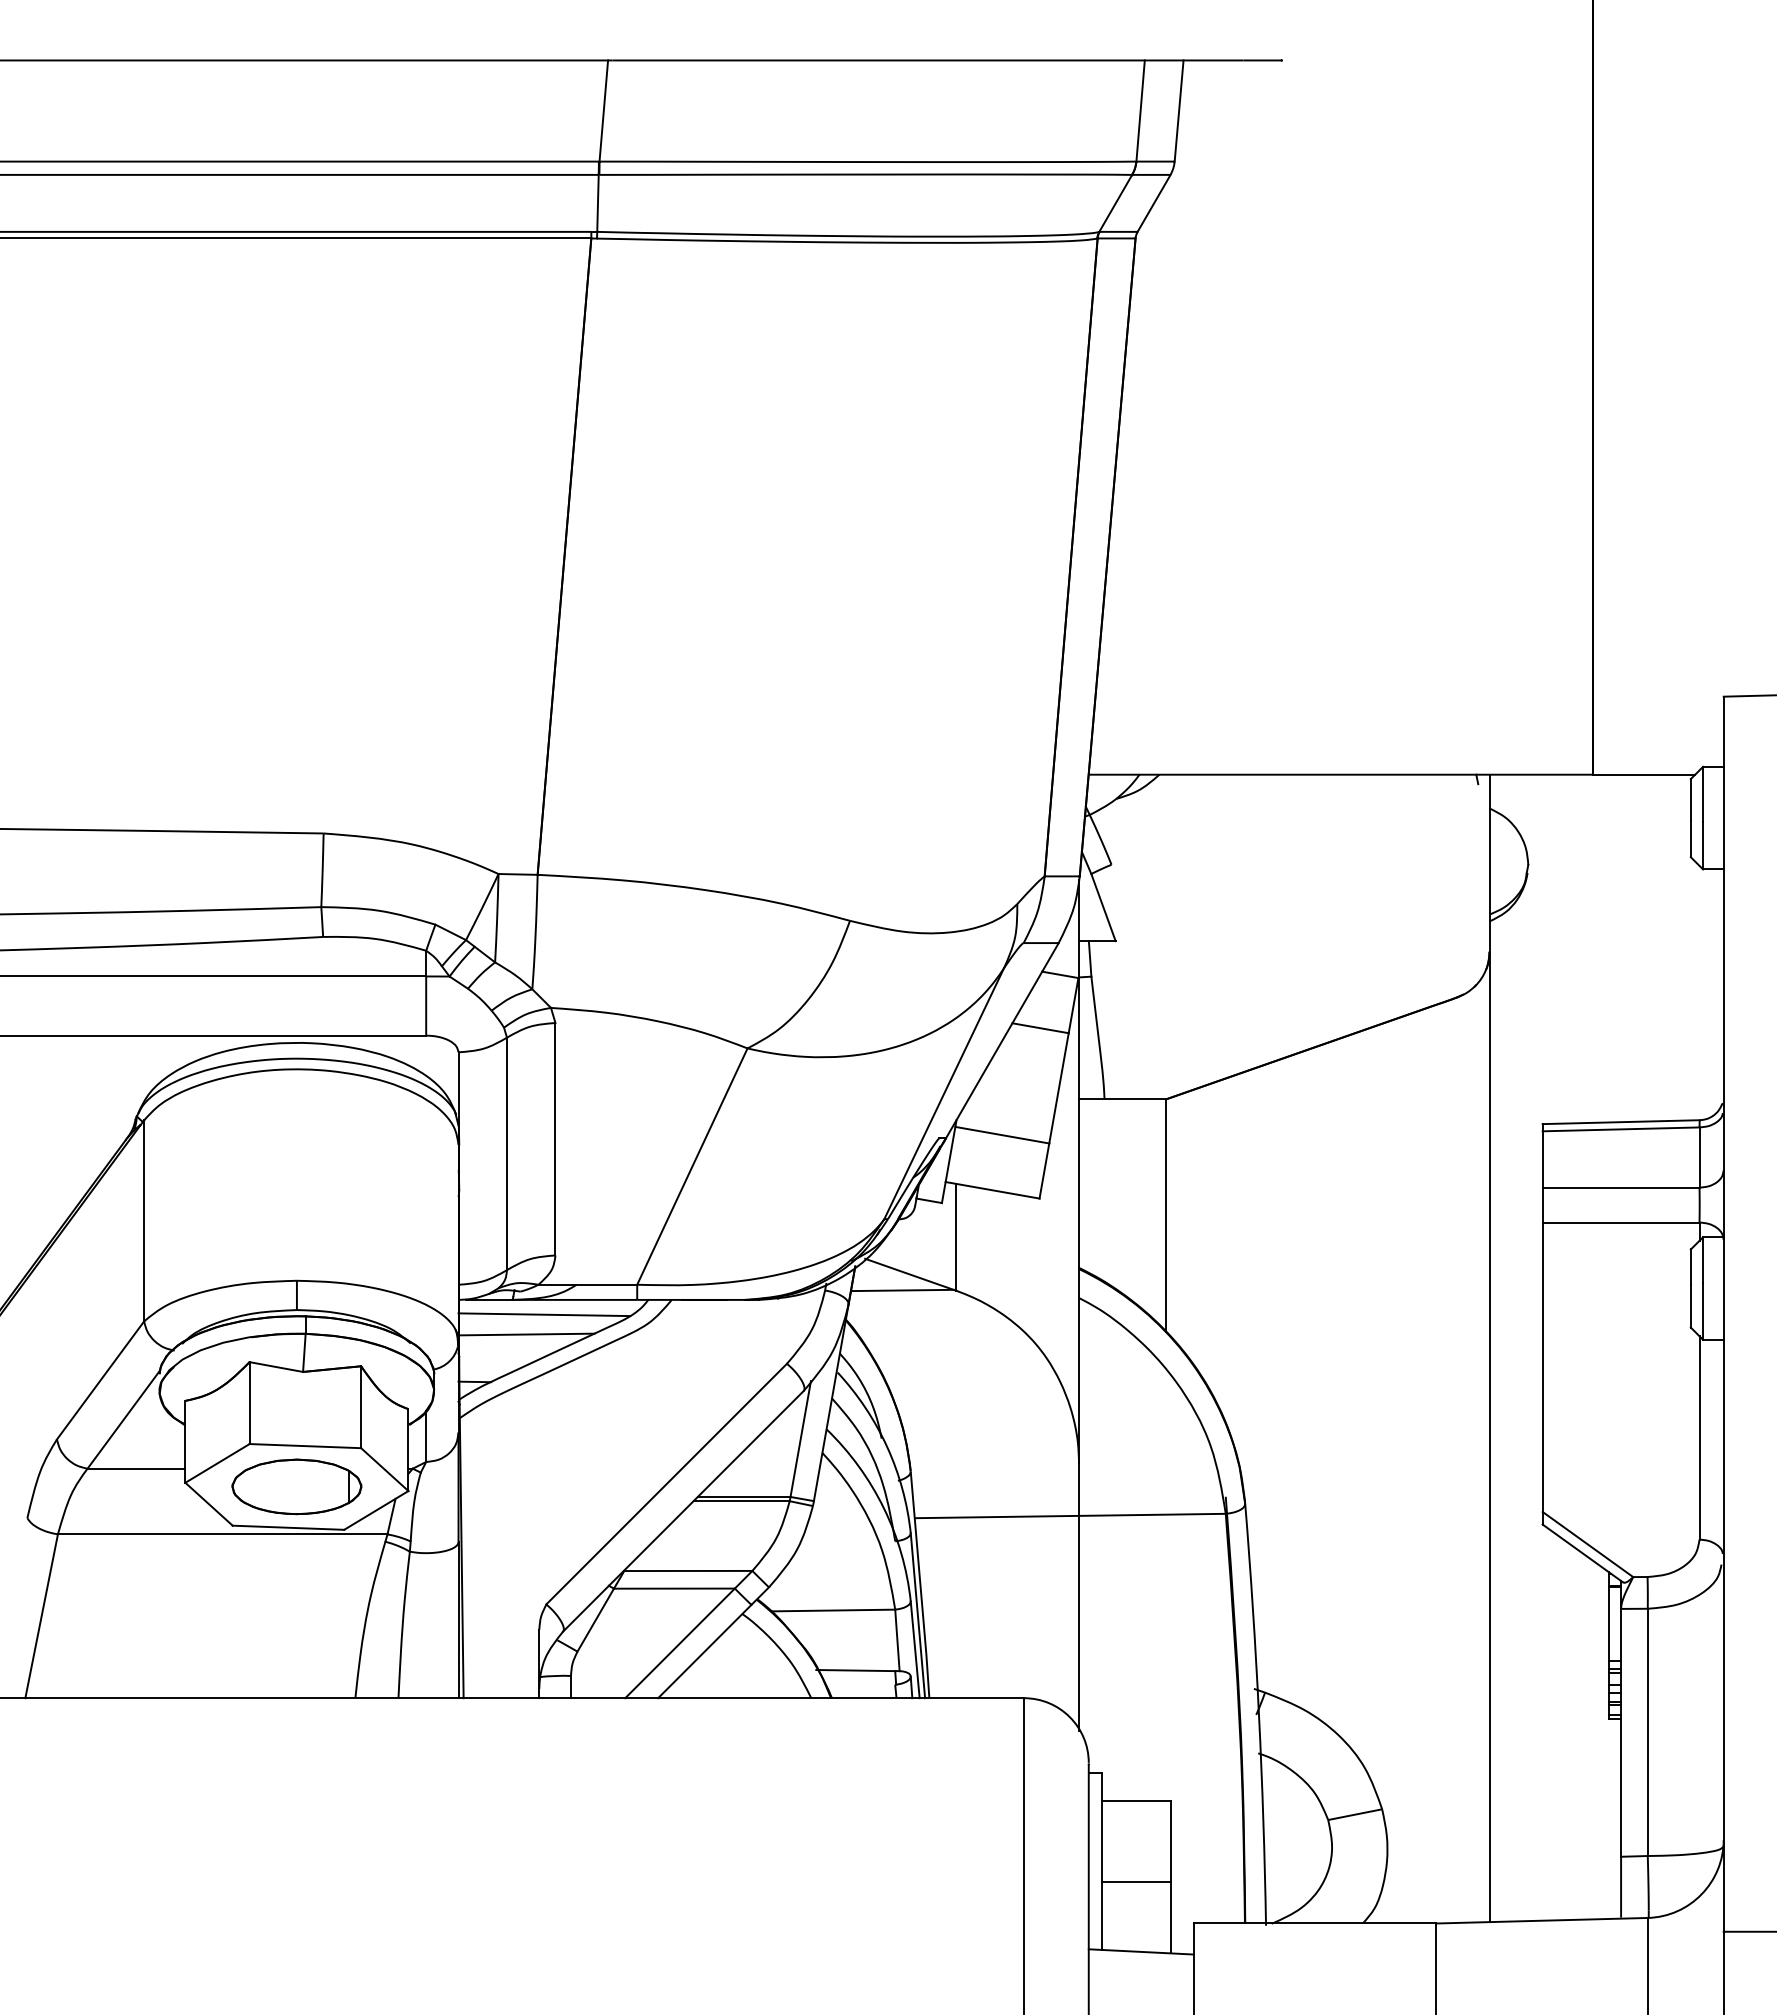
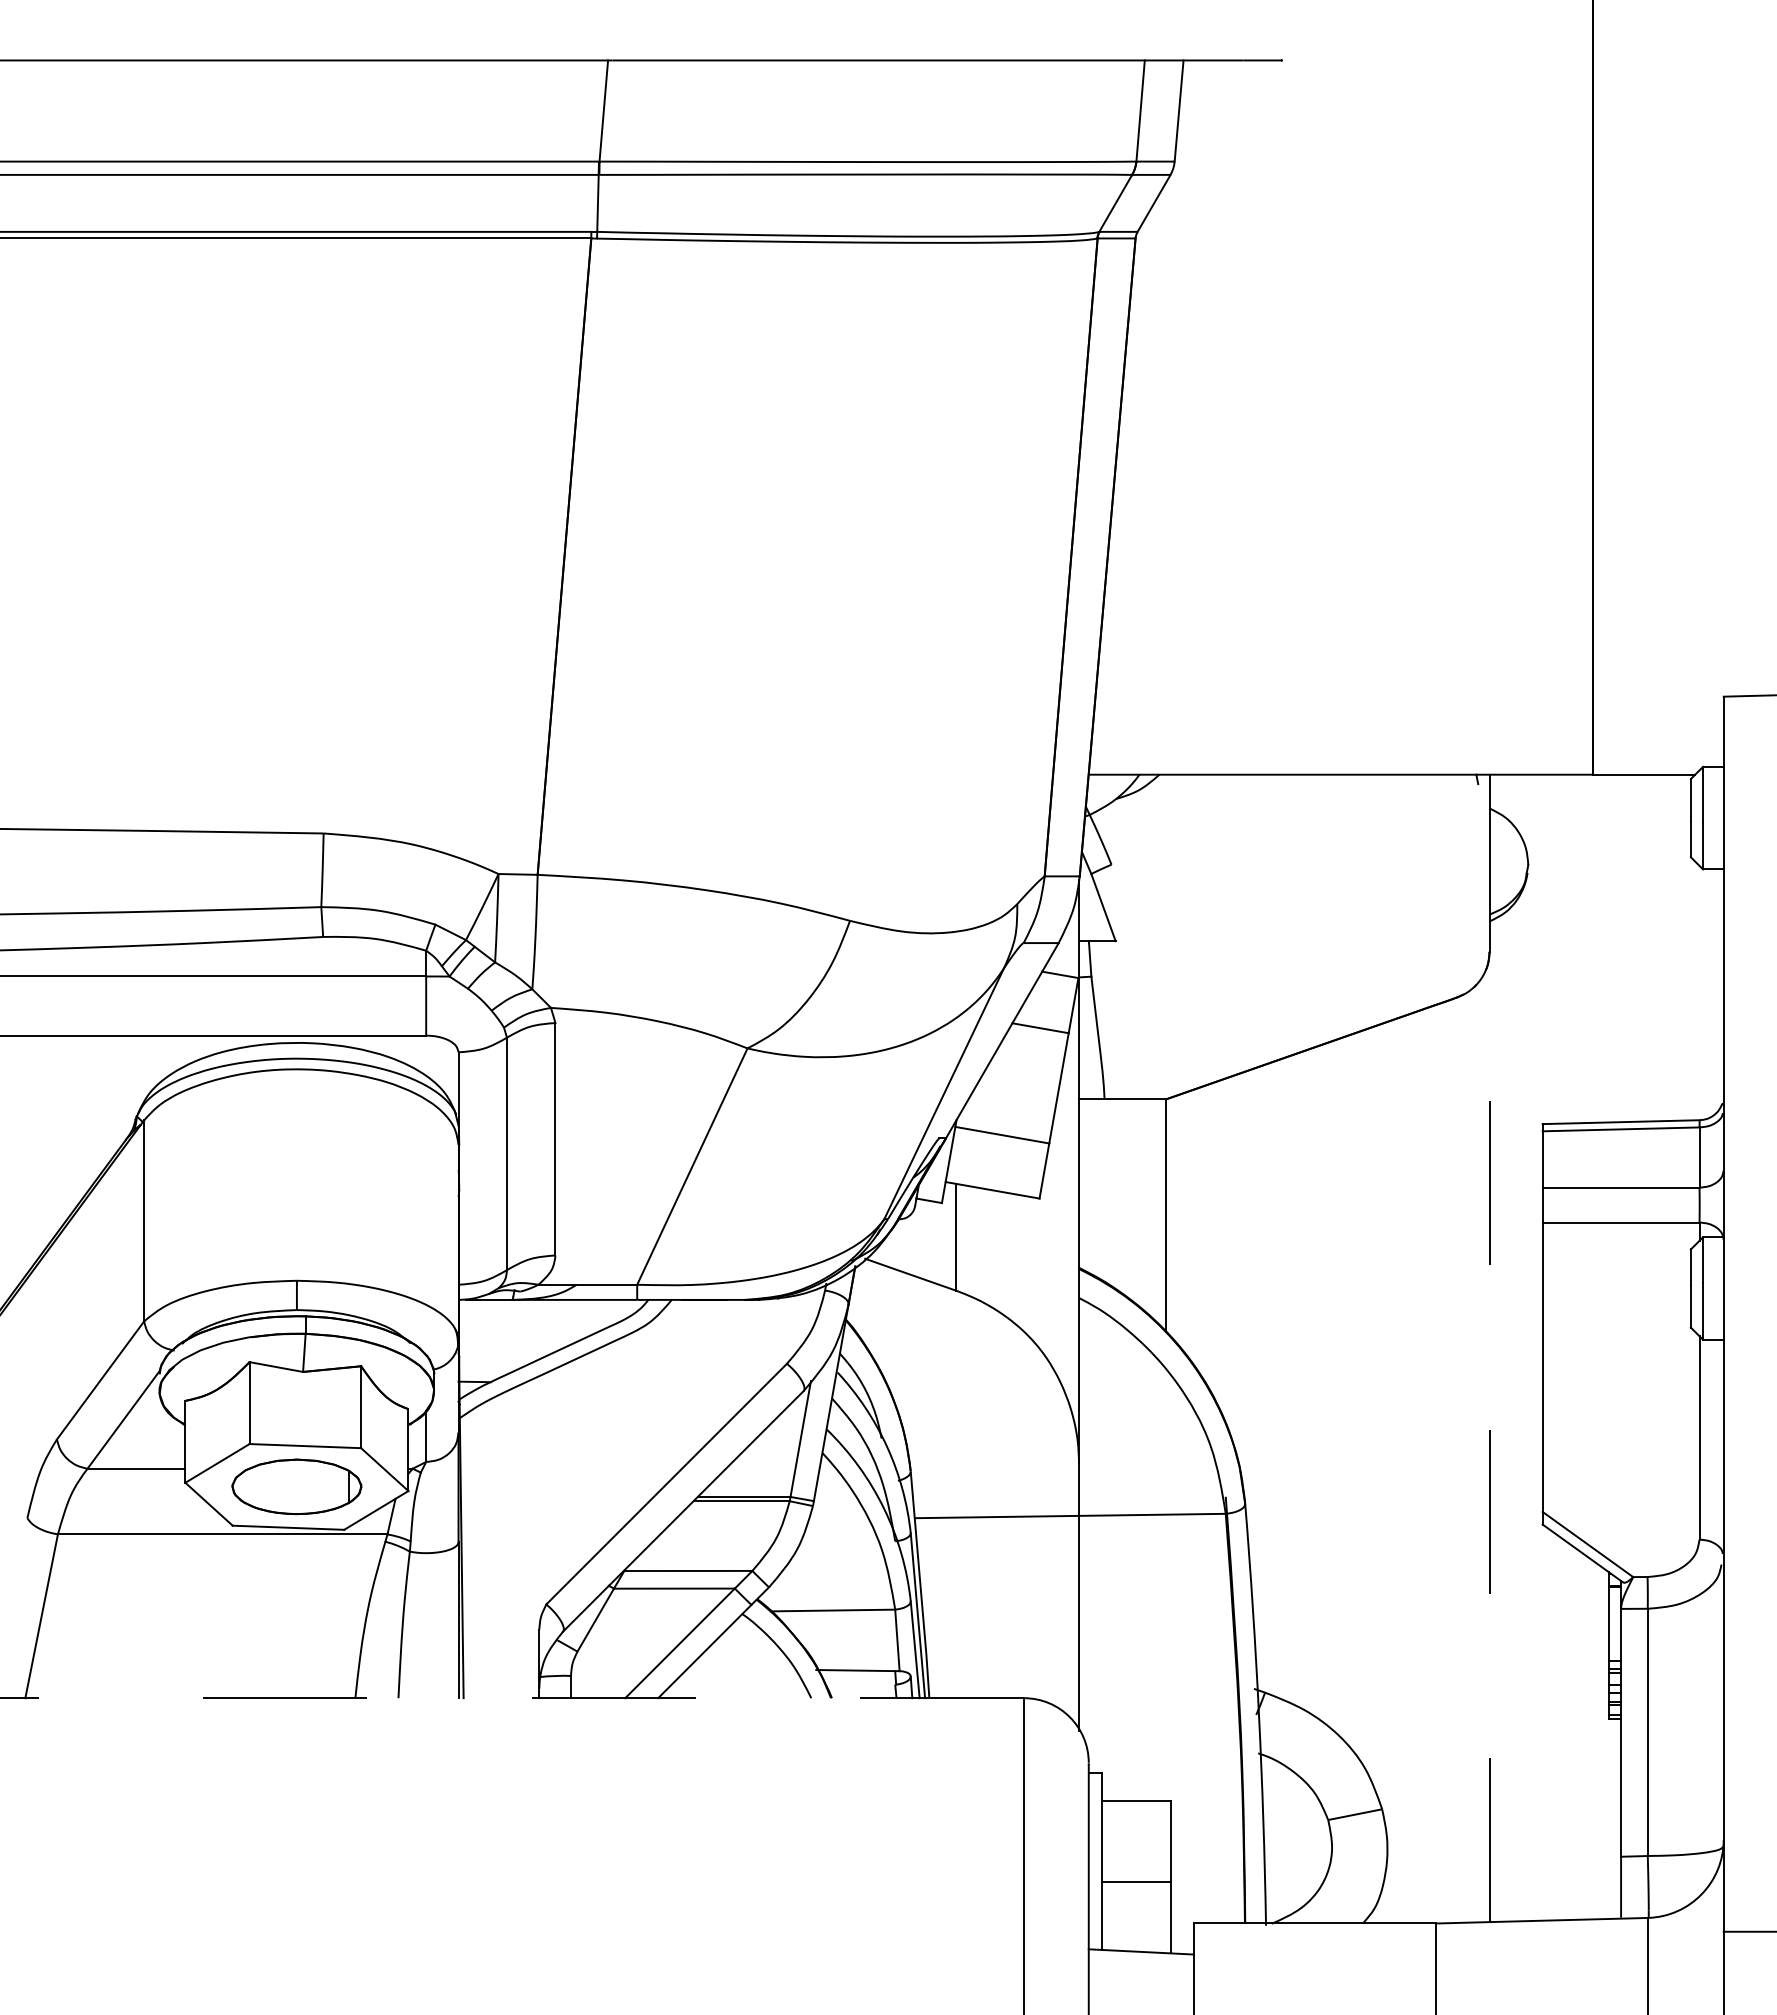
line at (901, 1290): present -> none
line at (544, 1314): present -> none
line at (526, 1334): present -> none
line at (1489, 1436): solid -> dashed
line at (512, 1698): solid -> dashed
